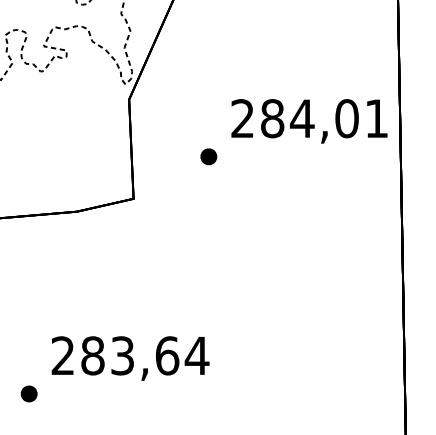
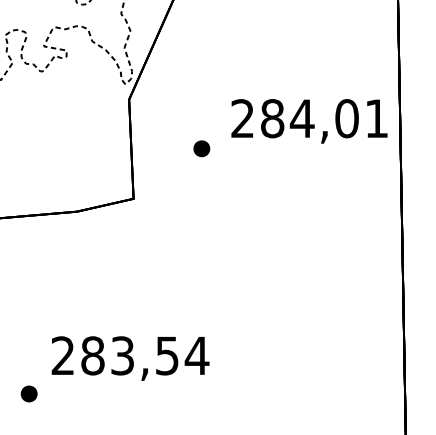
part at (208, 156) position: (208, 156) -> (201, 148)
text at (167, 355): 283,64 -> 283,54
